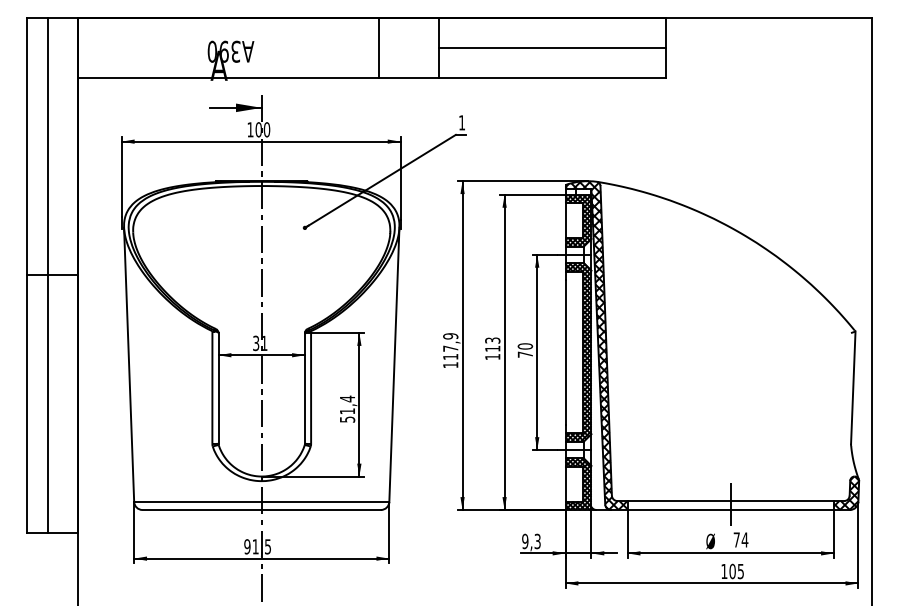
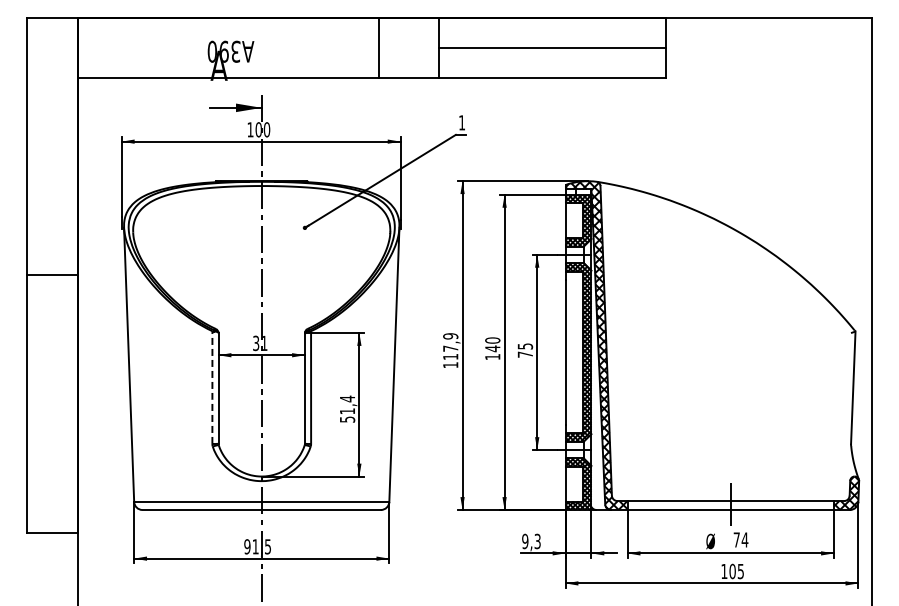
line at (48, 275): present -> none
text at (492, 344): 113 -> 140
text at (525, 346): 70 -> 75
line at (212, 388): solid -> dashed
